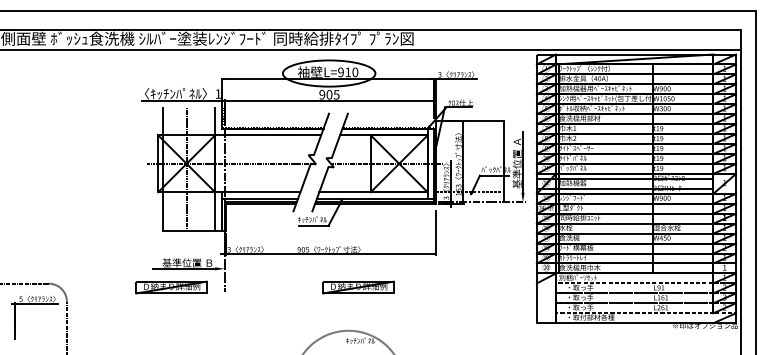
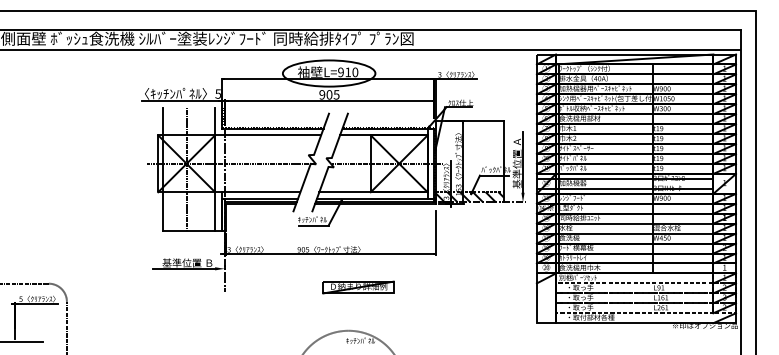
text at (217, 93): 1 -> 5
hatch at (470, 196): none -> present
part at (171, 287): present -> none
line at (22, 341): none -> present
